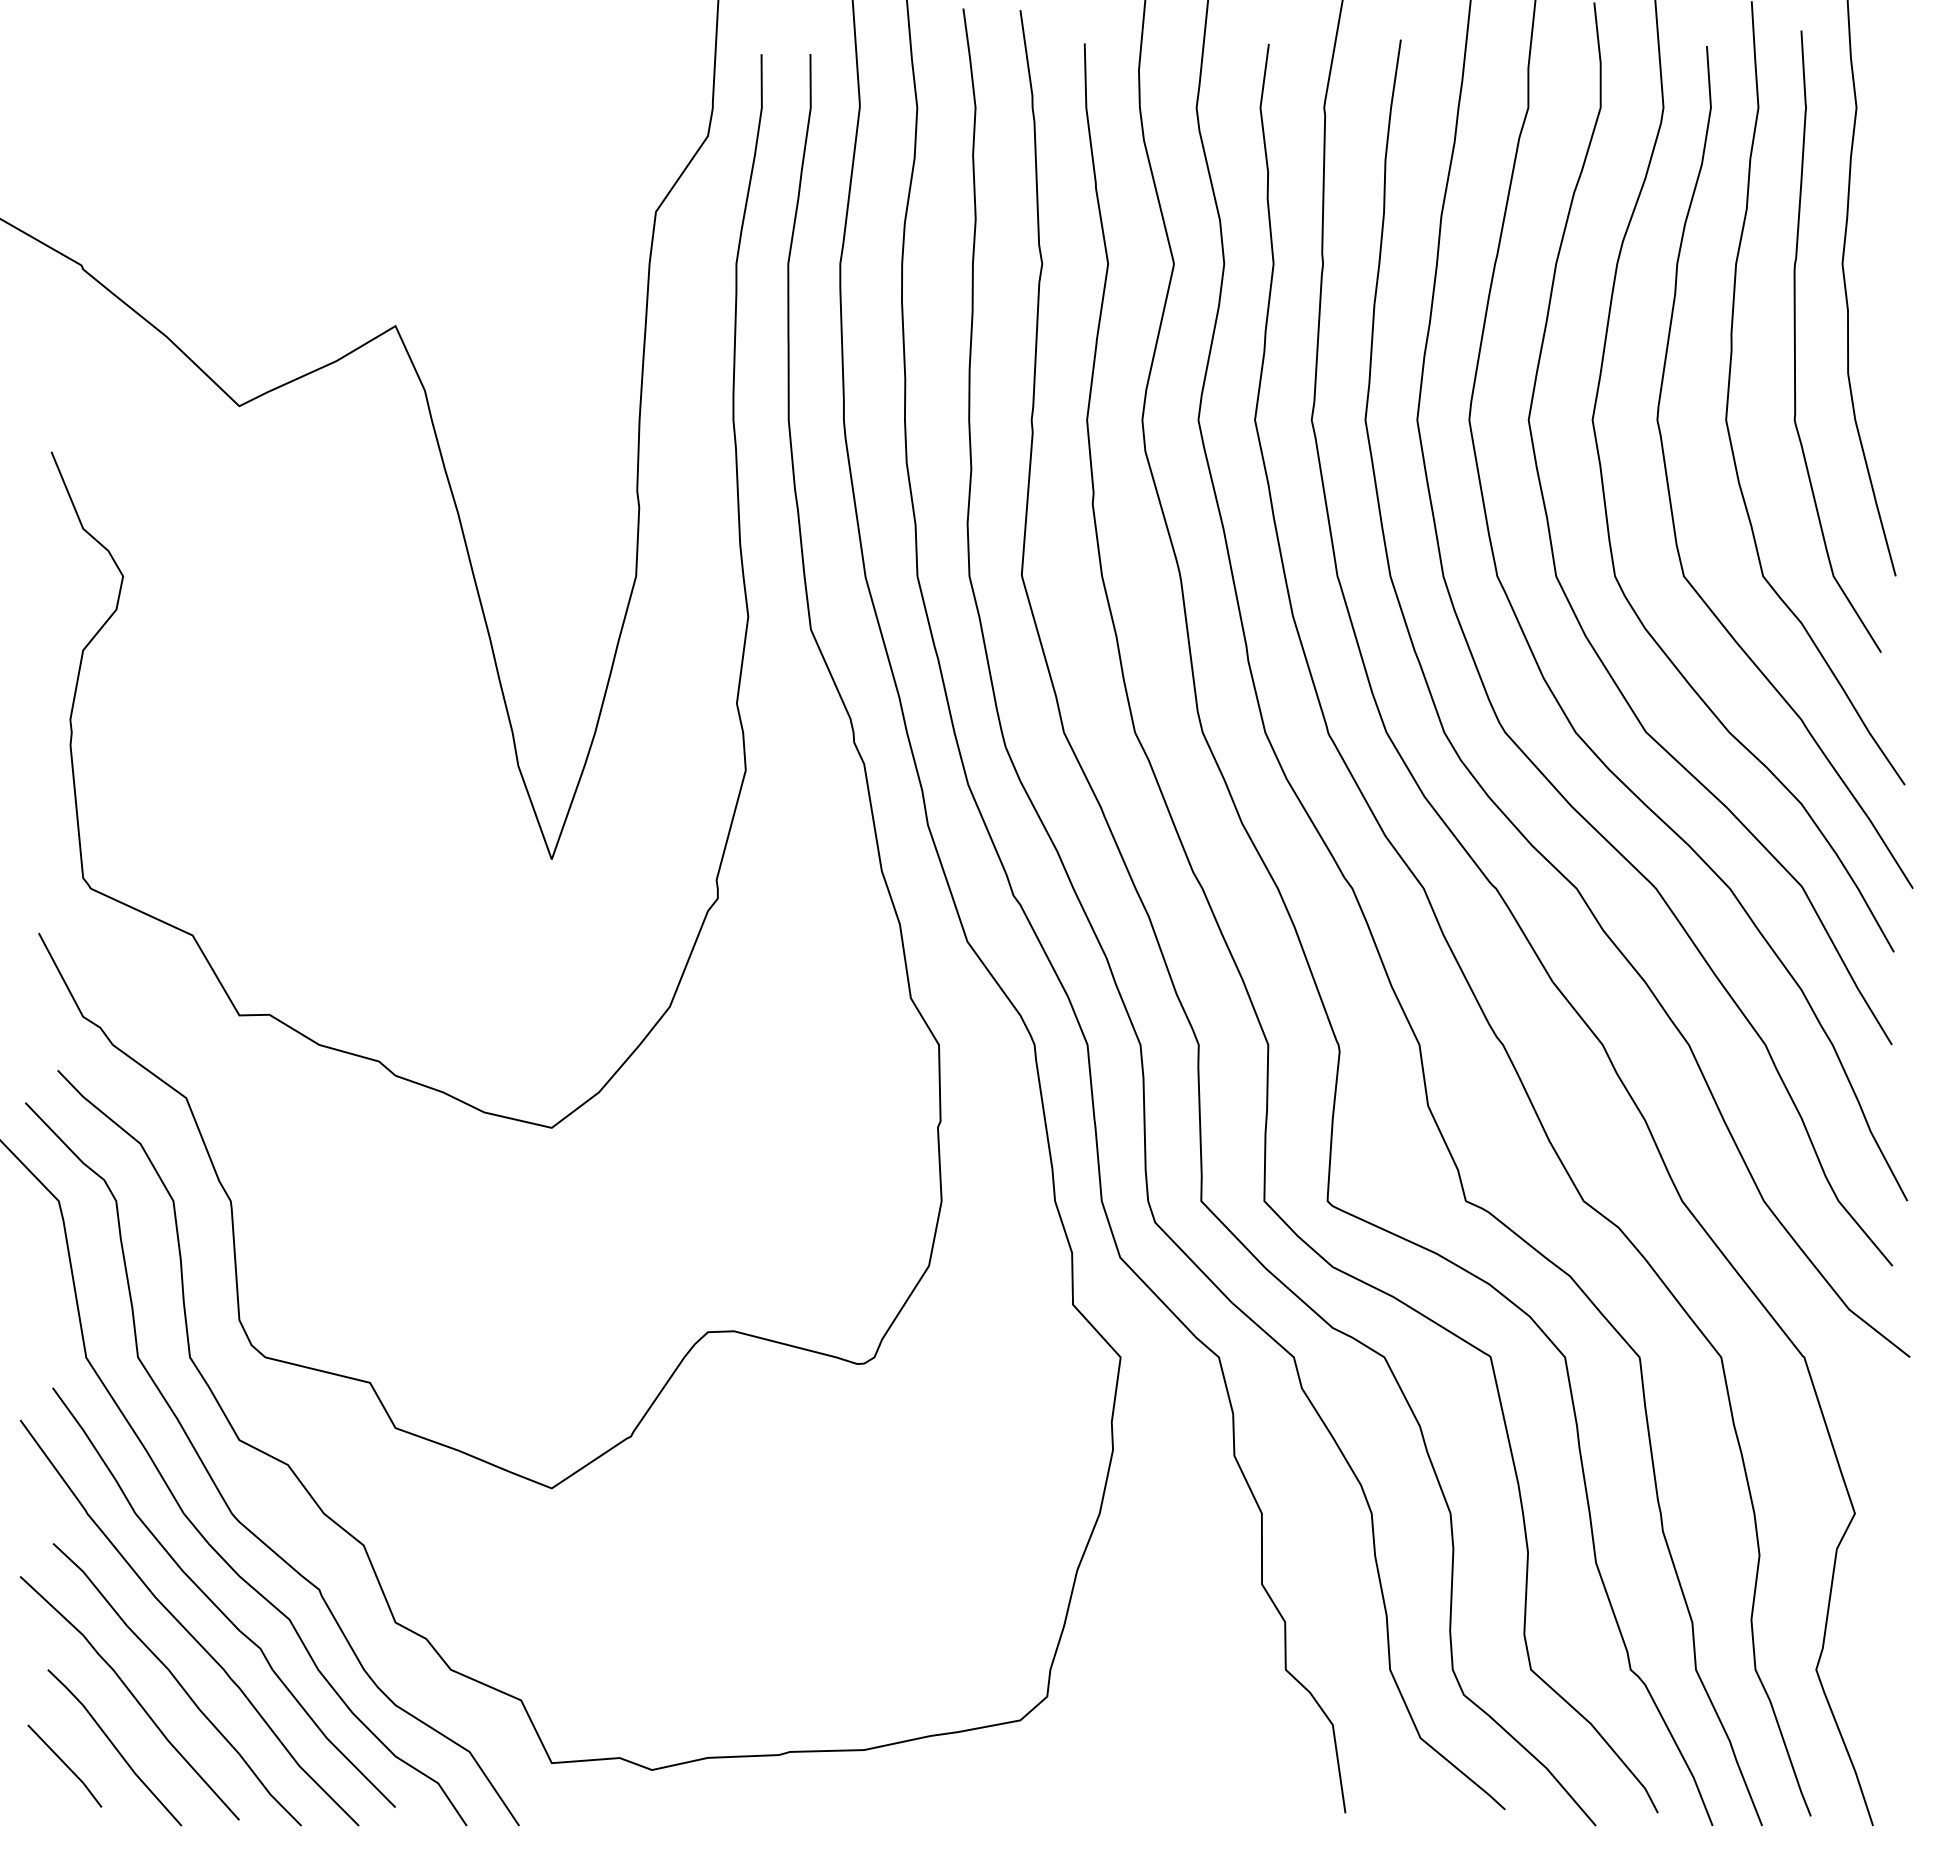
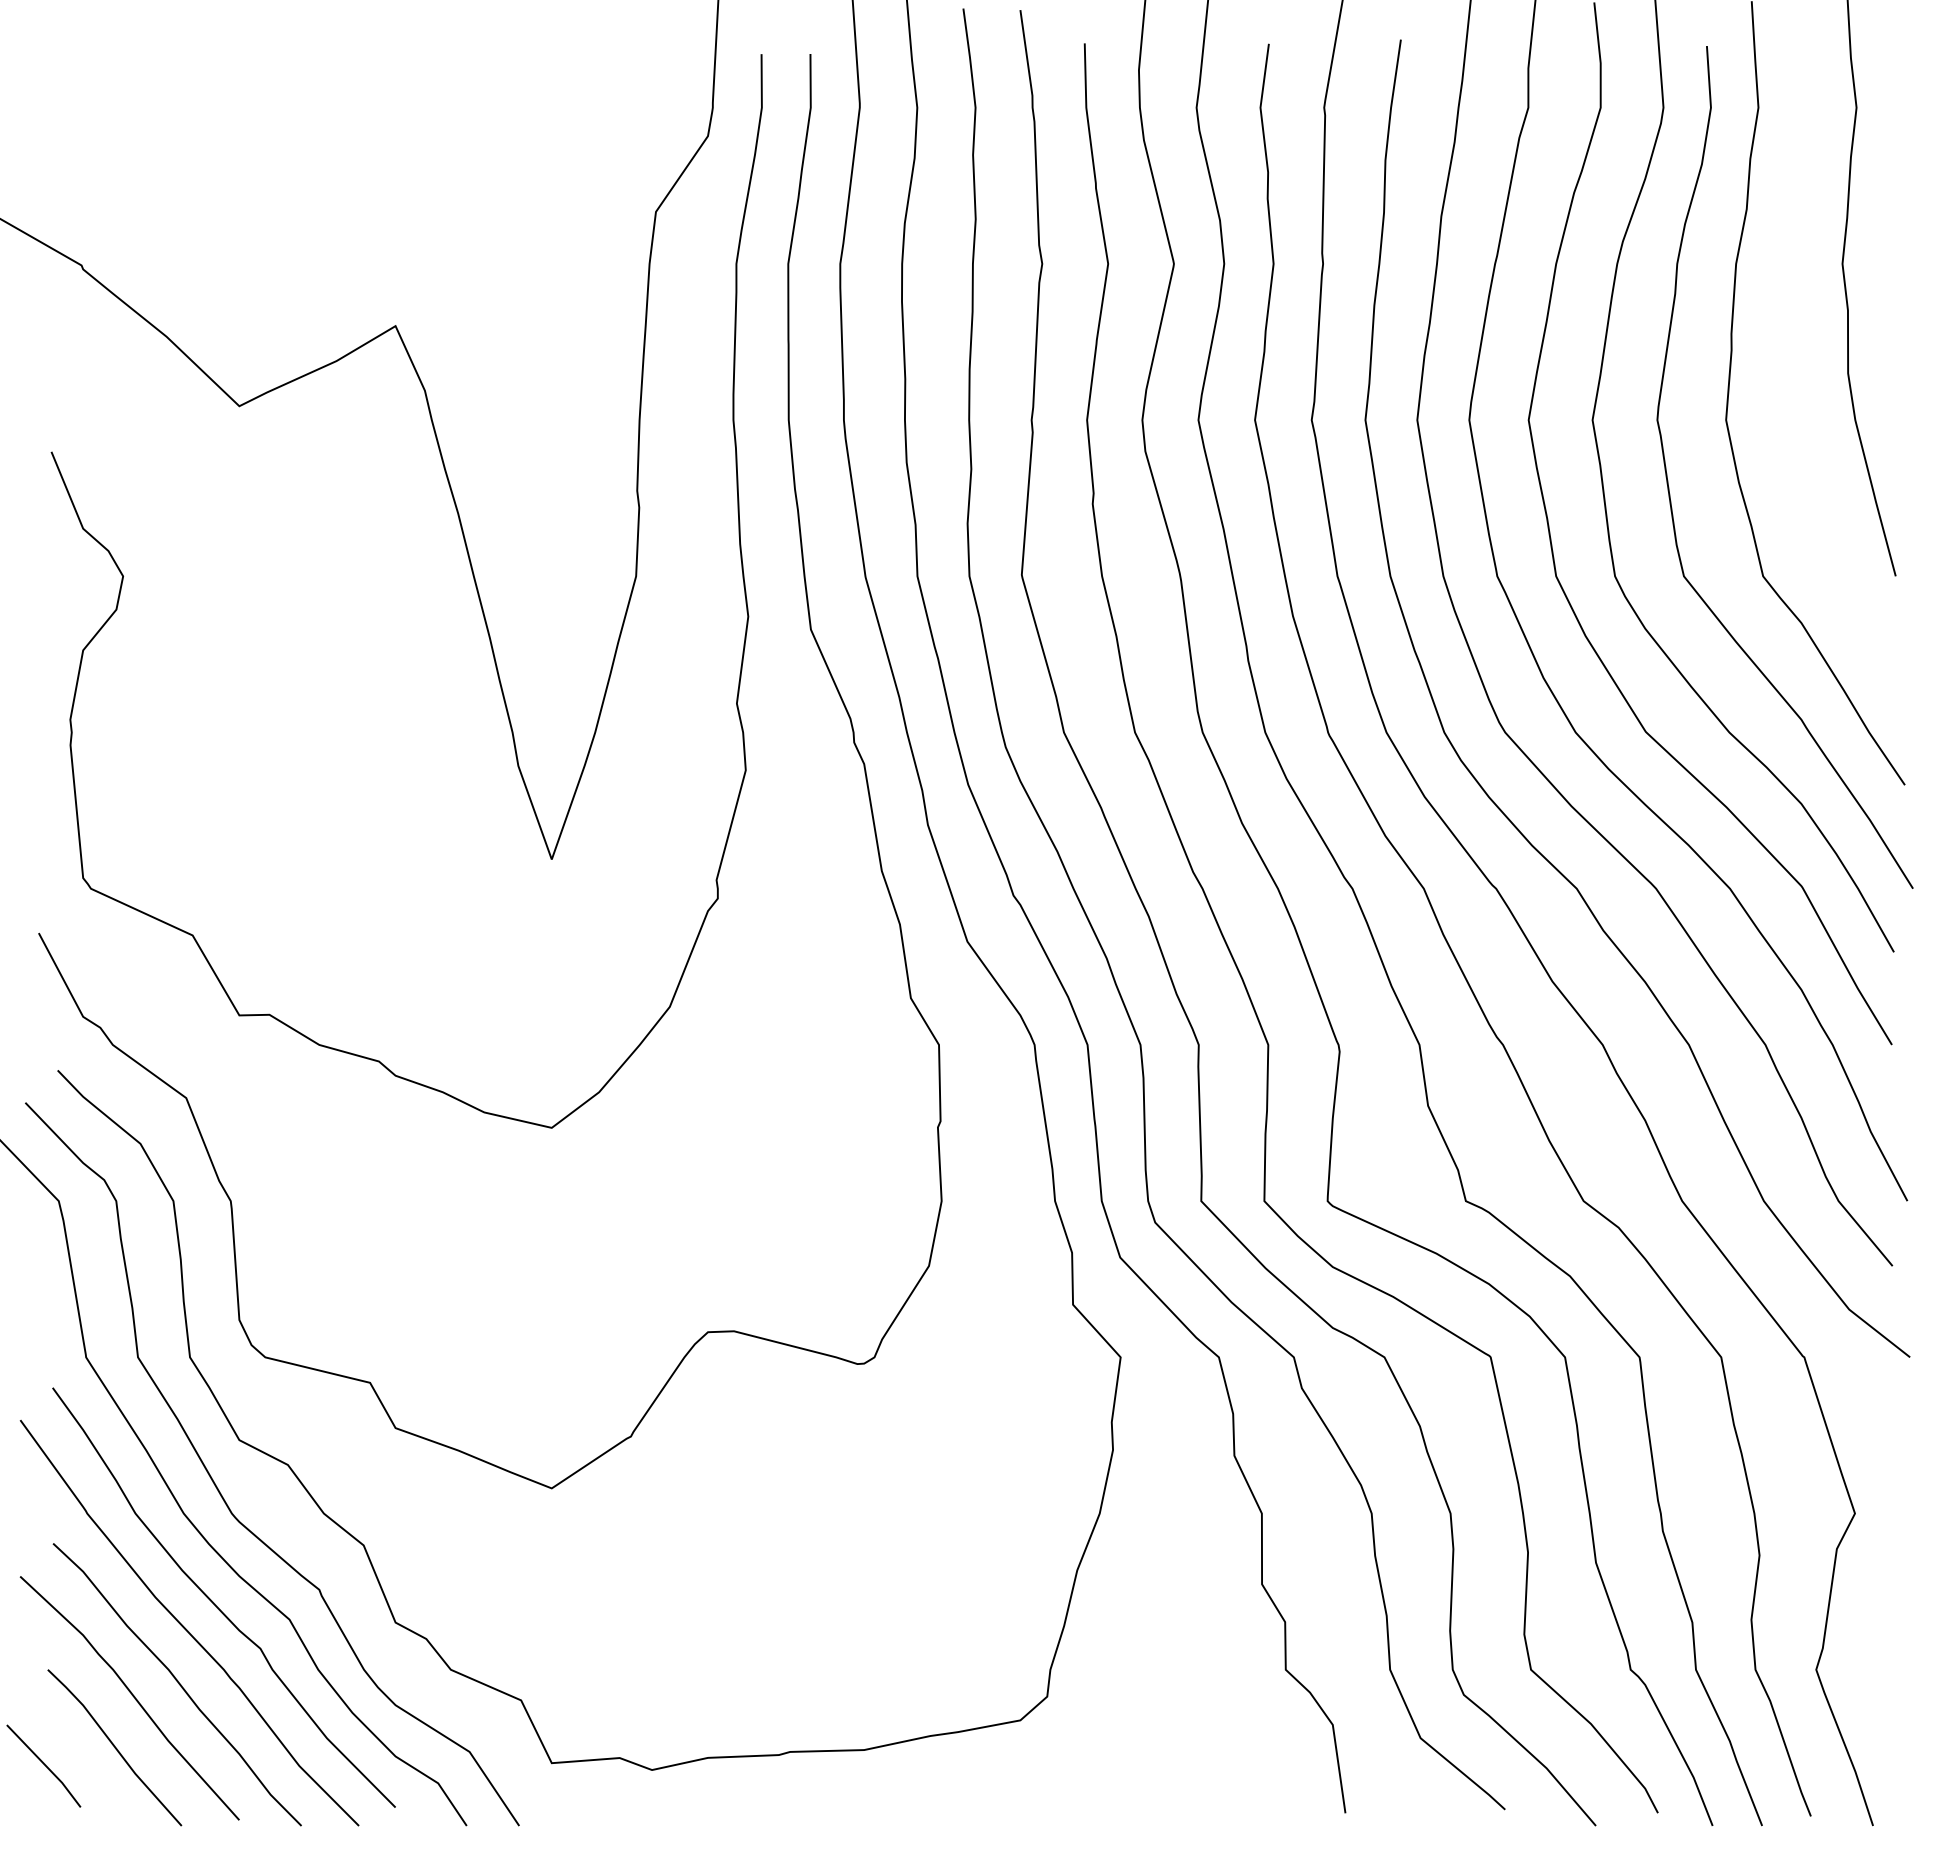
curve at (1795, 341): present -> none
line at (64, 1764) position: (64, 1764) -> (43, 1764)
